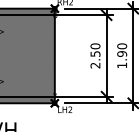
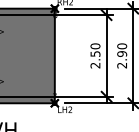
text at (121, 65): 1.90 -> 2.90
